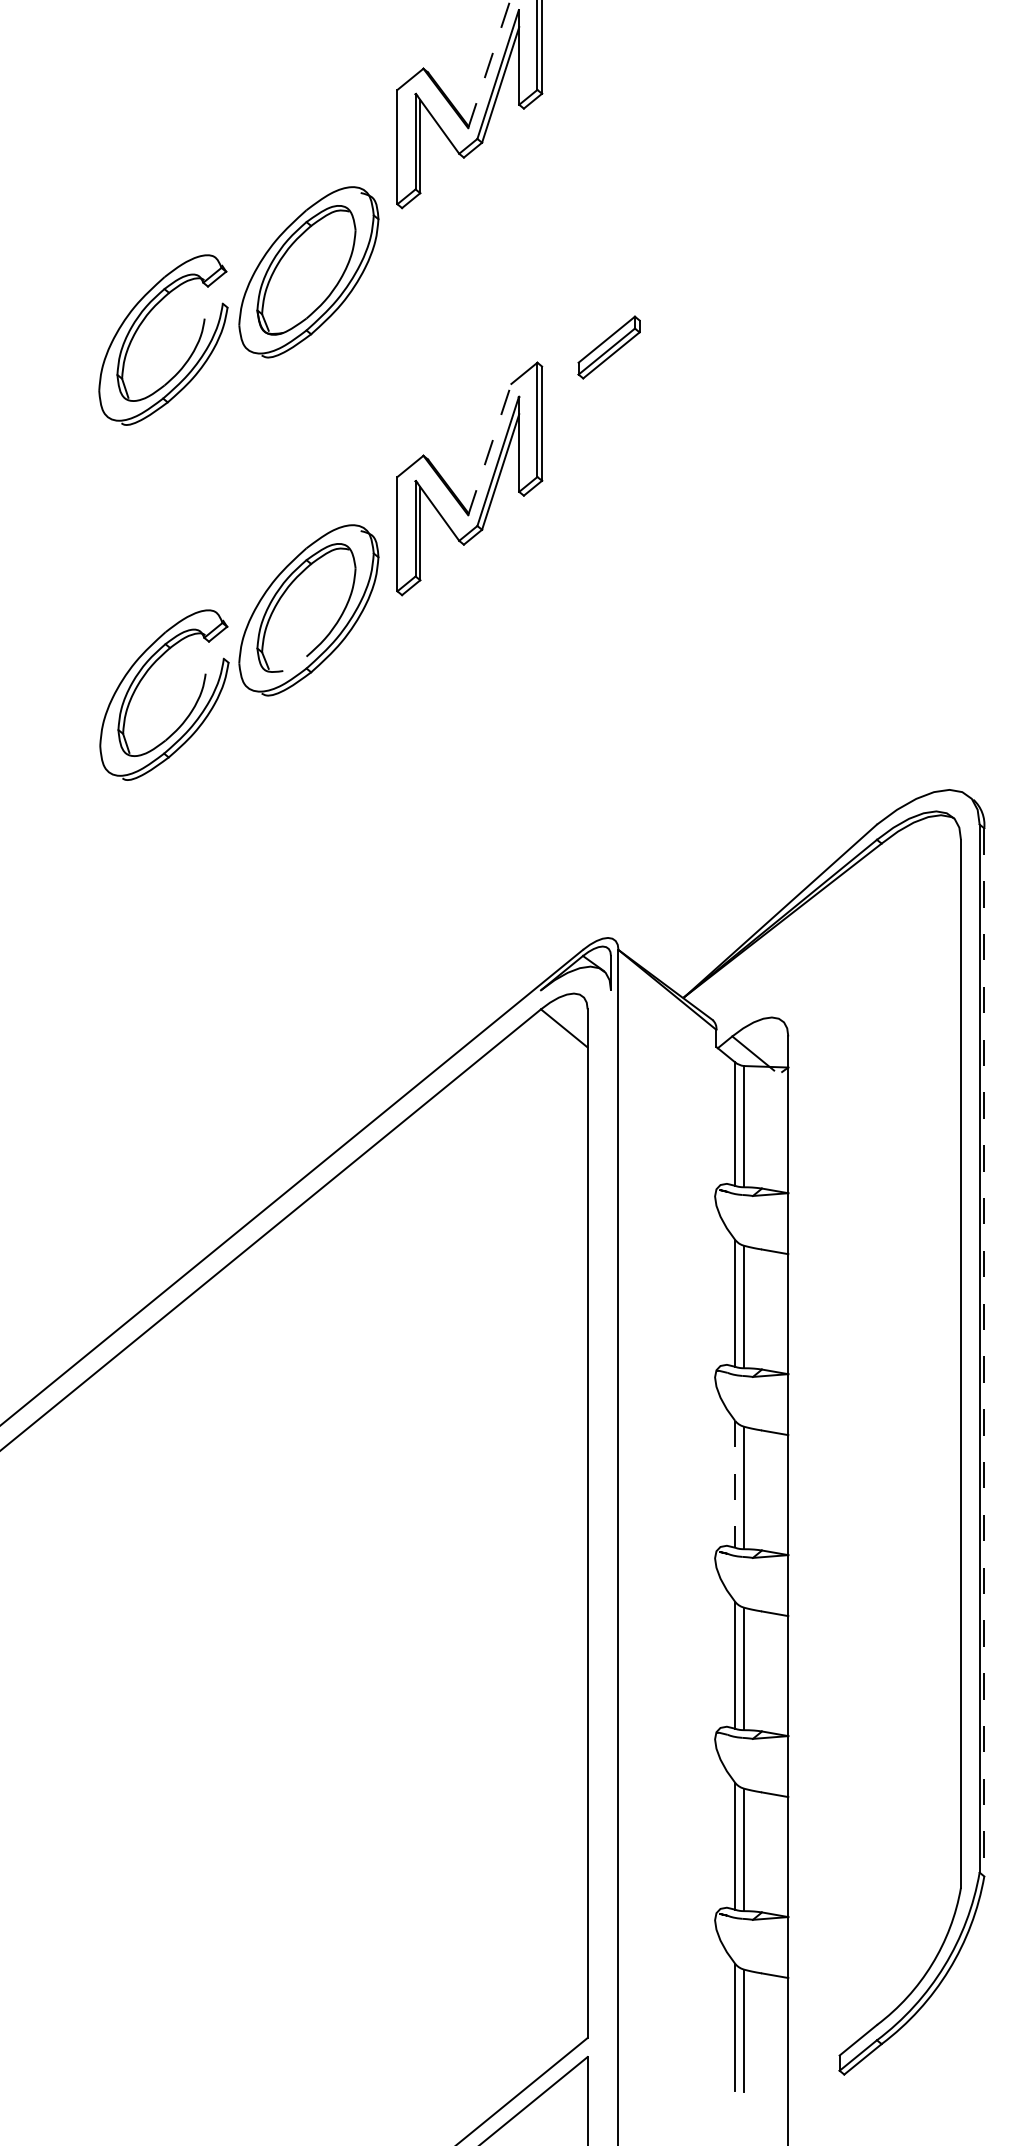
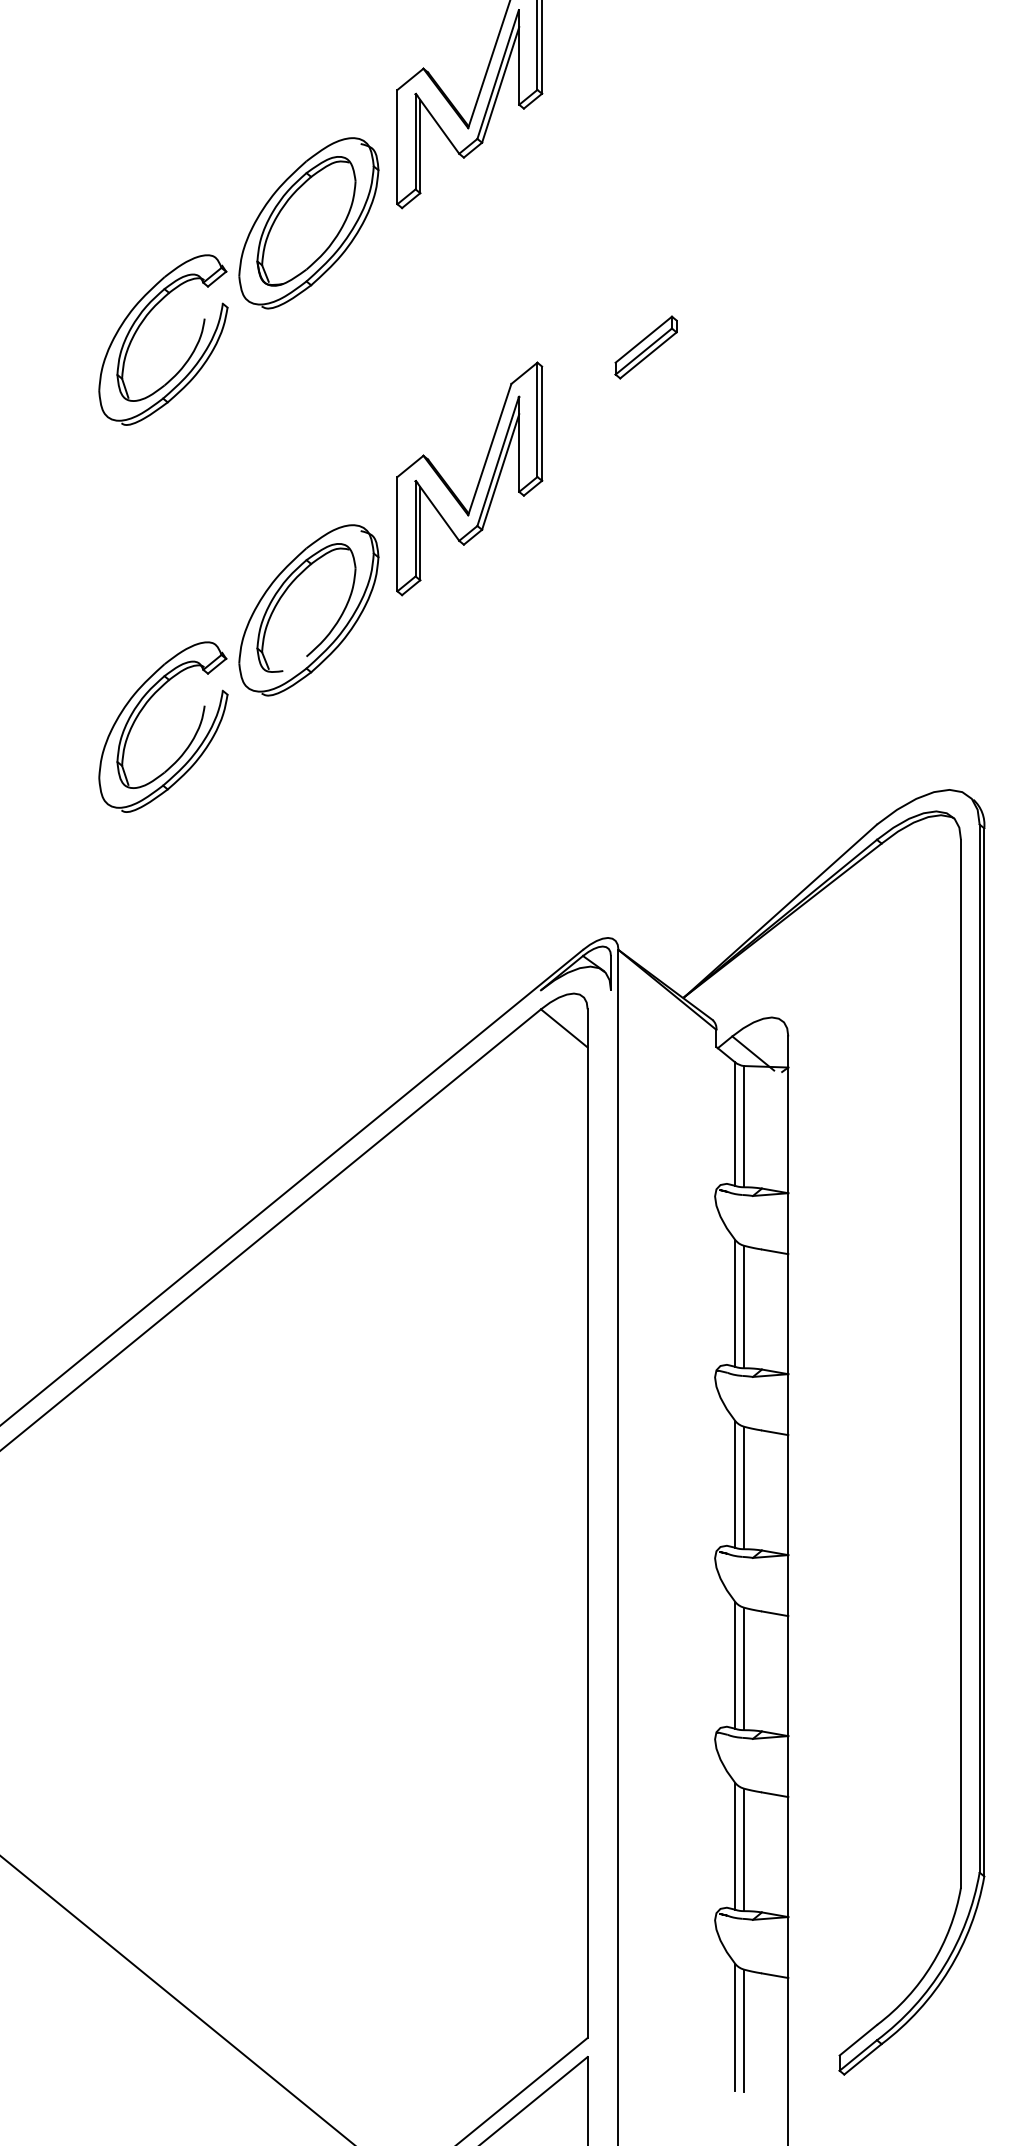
line at (489, 63): dashed -> solid
part at (308, 272) position: (308, 272) -> (308, 223)
part at (608, 347) position: (608, 347) -> (645, 347)
line at (489, 449): dashed -> solid
part at (143, 678) position: (143, 678) -> (142, 710)
line at (984, 1352): dashed -> solid
line at (735, 1484): dashed -> solid
line at (176, 1999): none -> present
